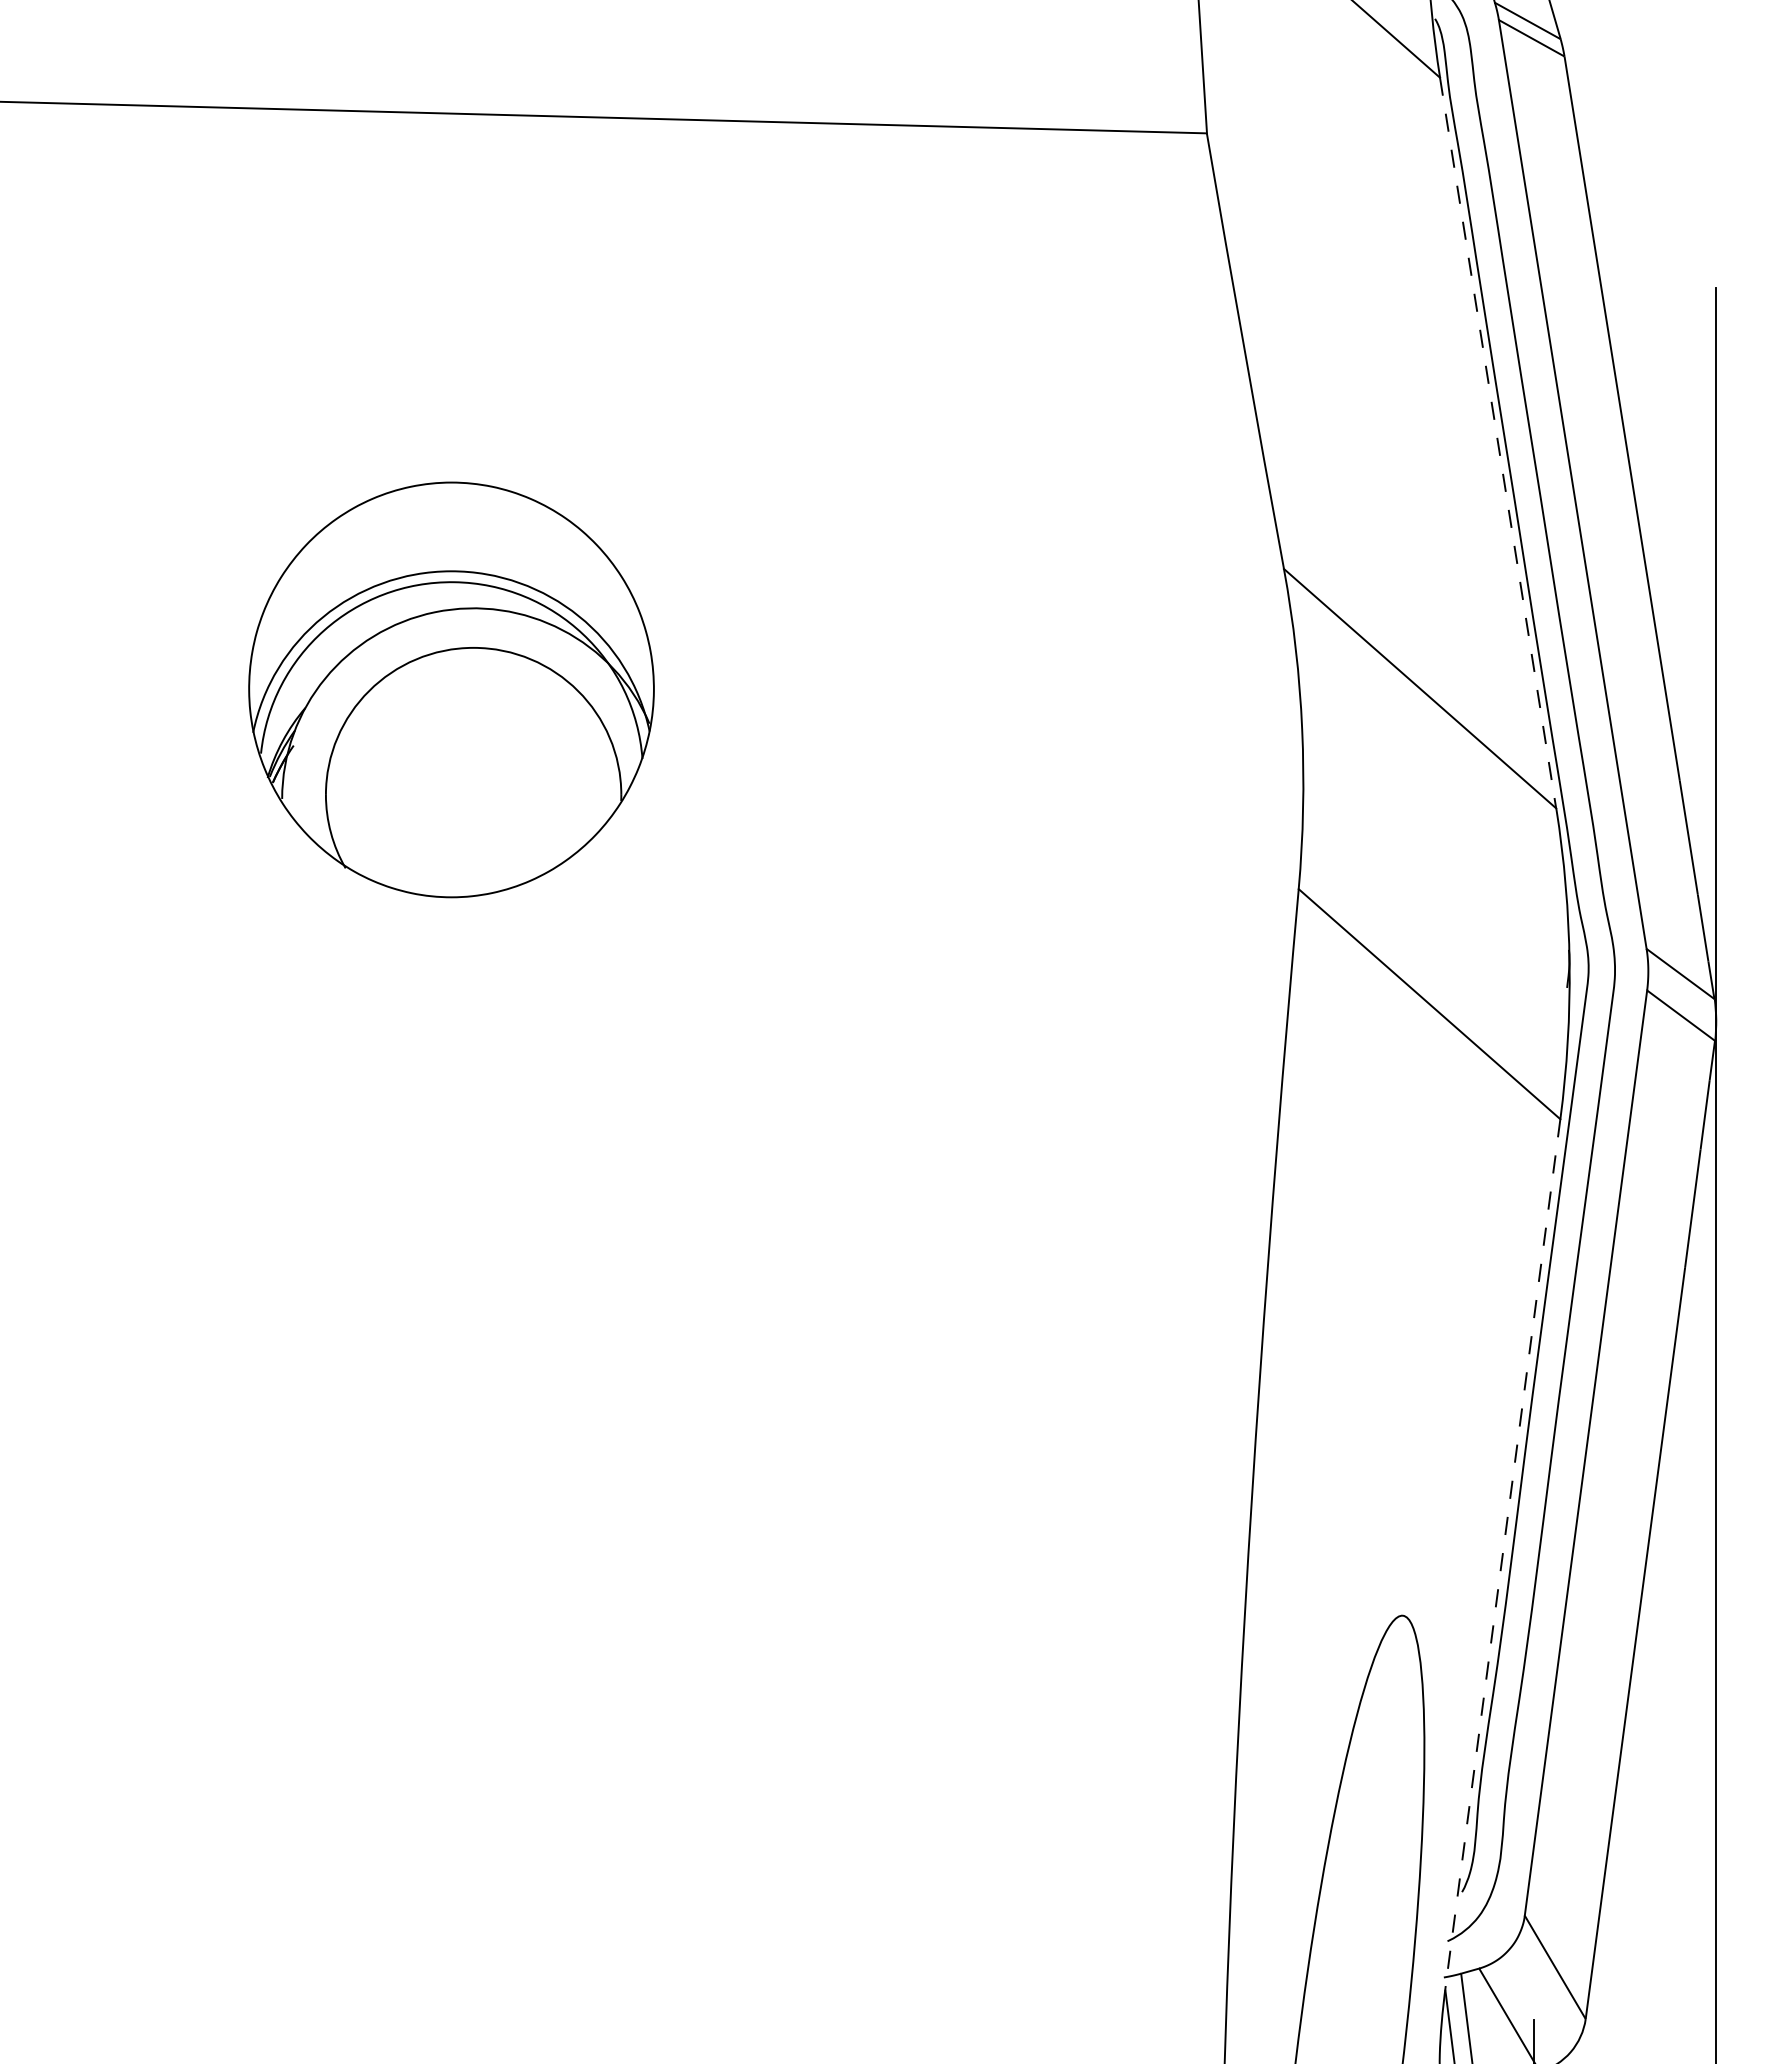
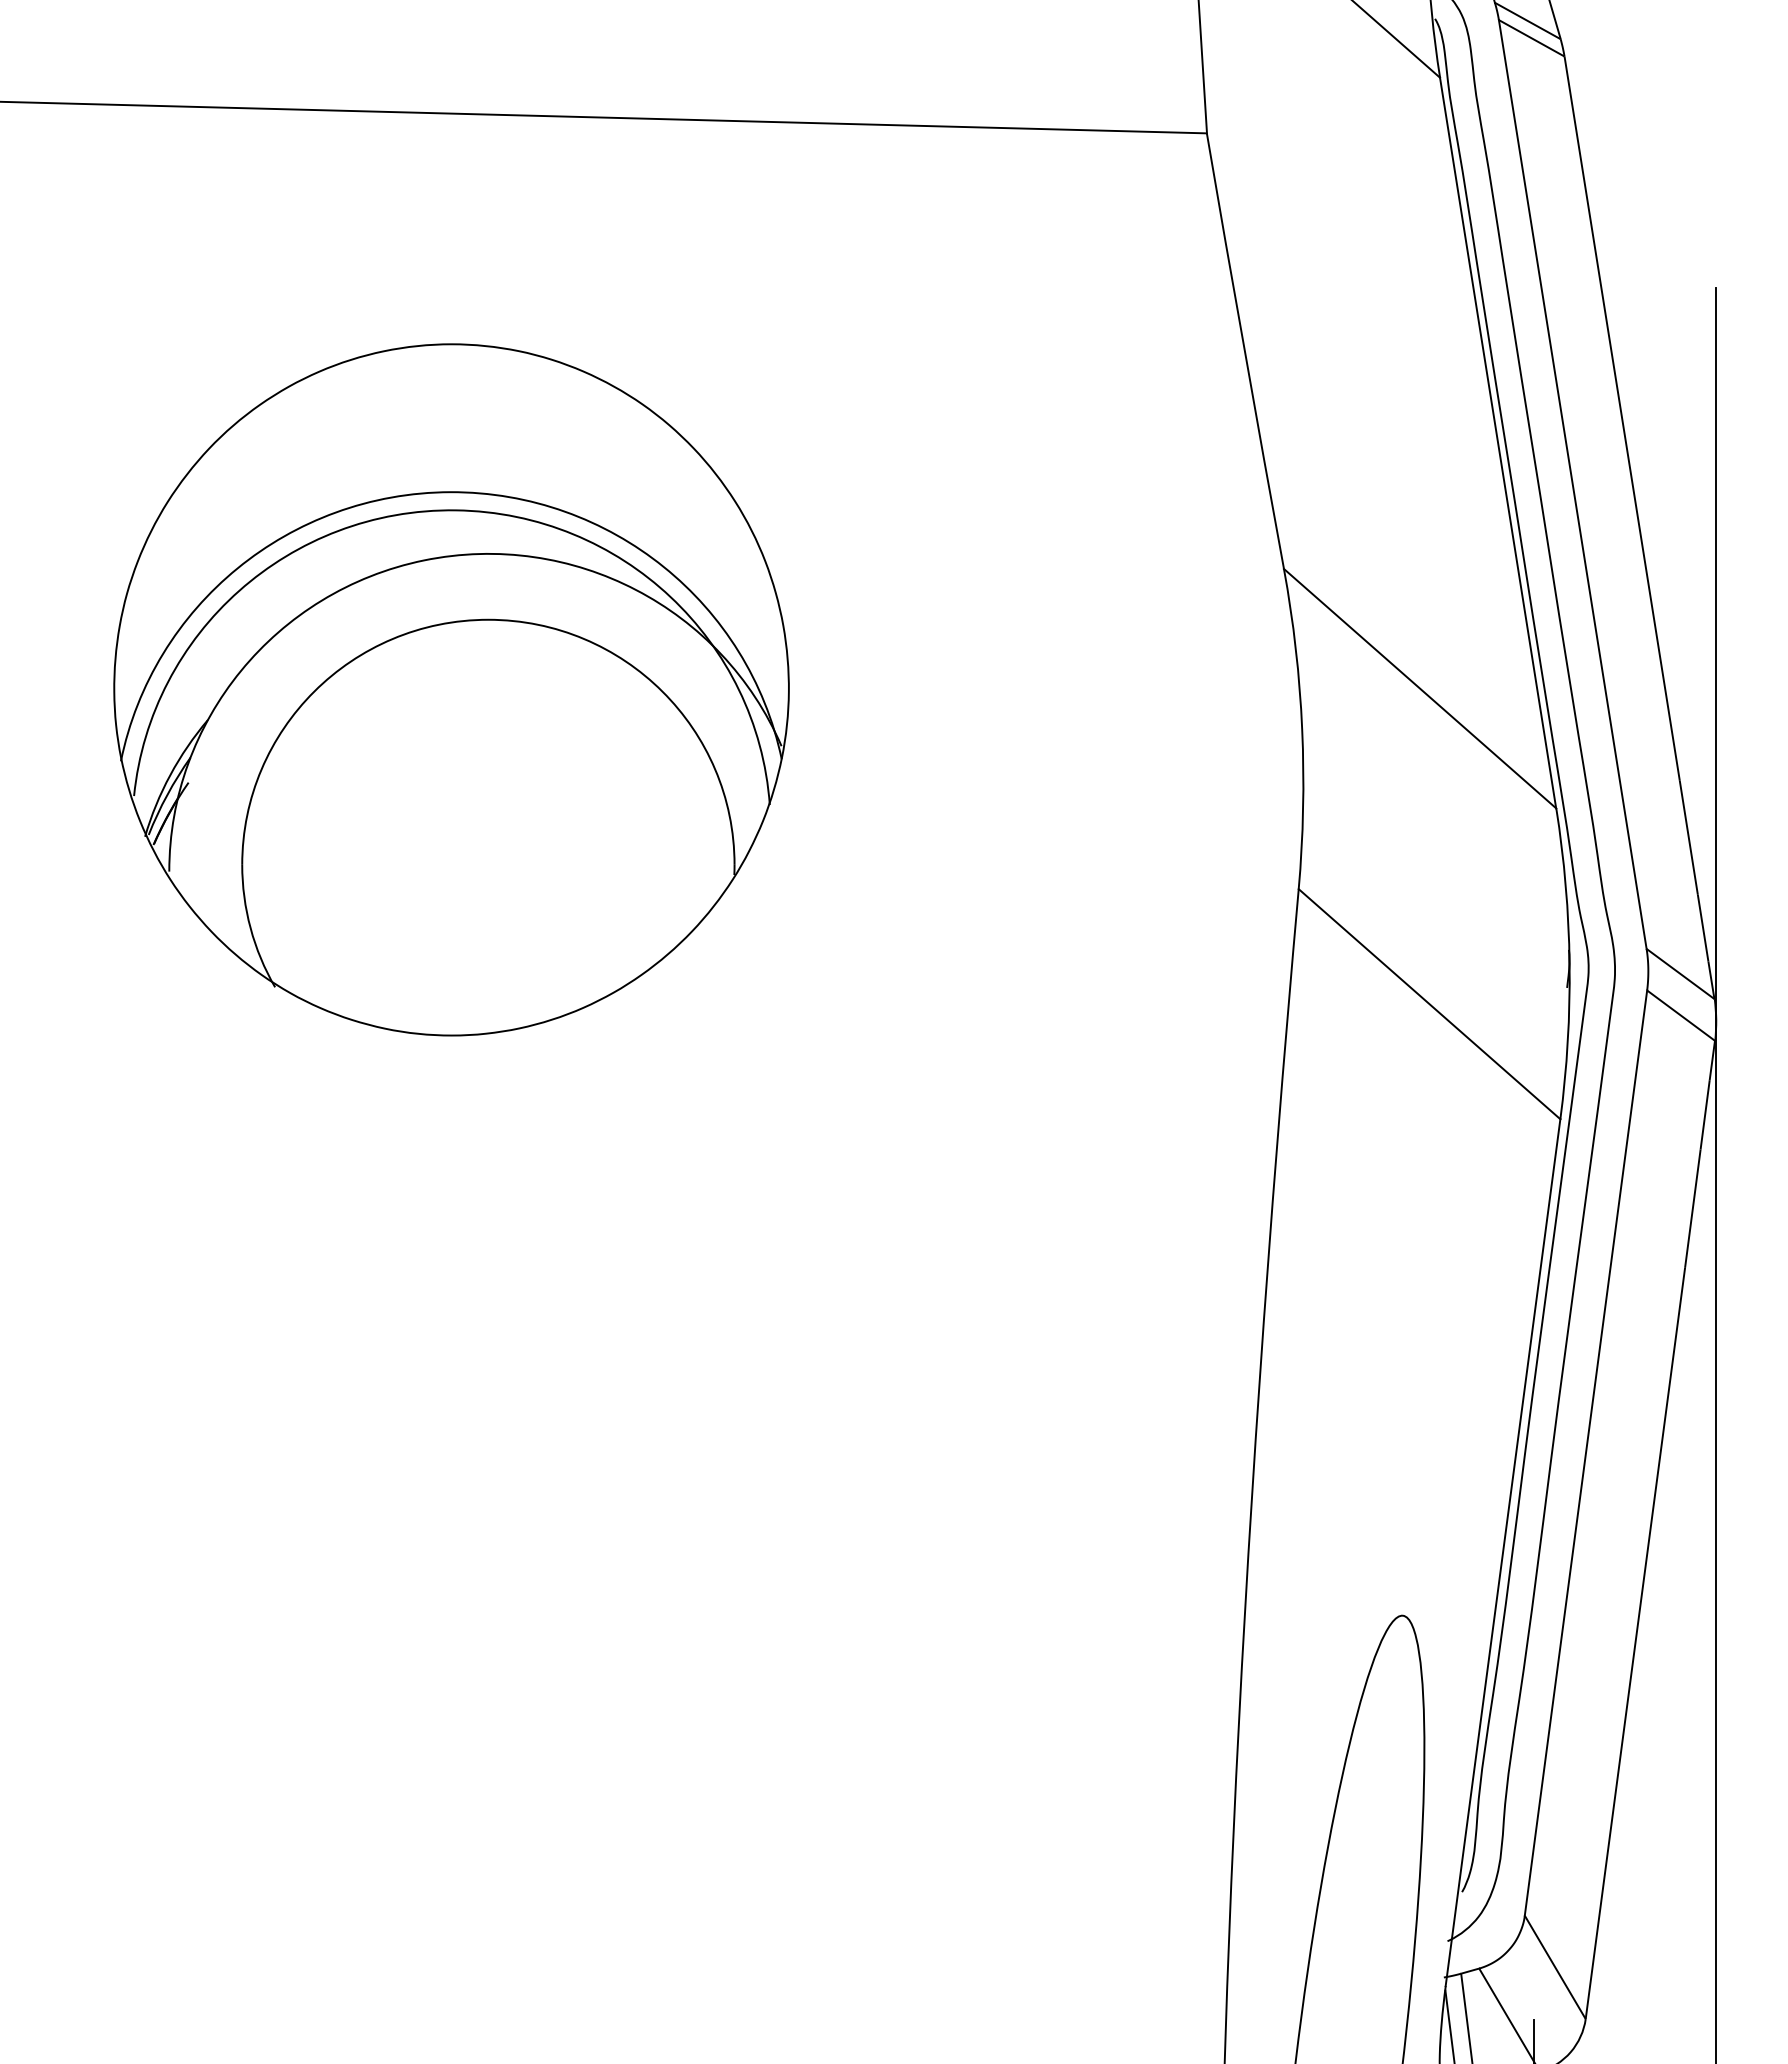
line at (1498, 443): dashed -> solid
part at (451, 689) size: 407x418 px -> 677x694 px
line at (1502, 1553): dashed -> solid
